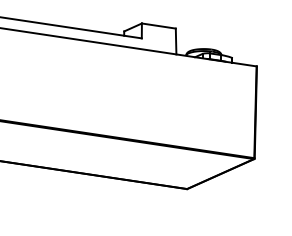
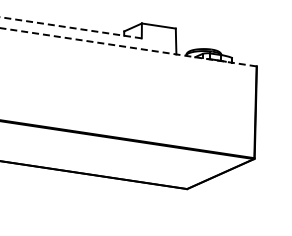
line at (70, 27): solid -> dashed
line at (128, 47): solid -> dashed
